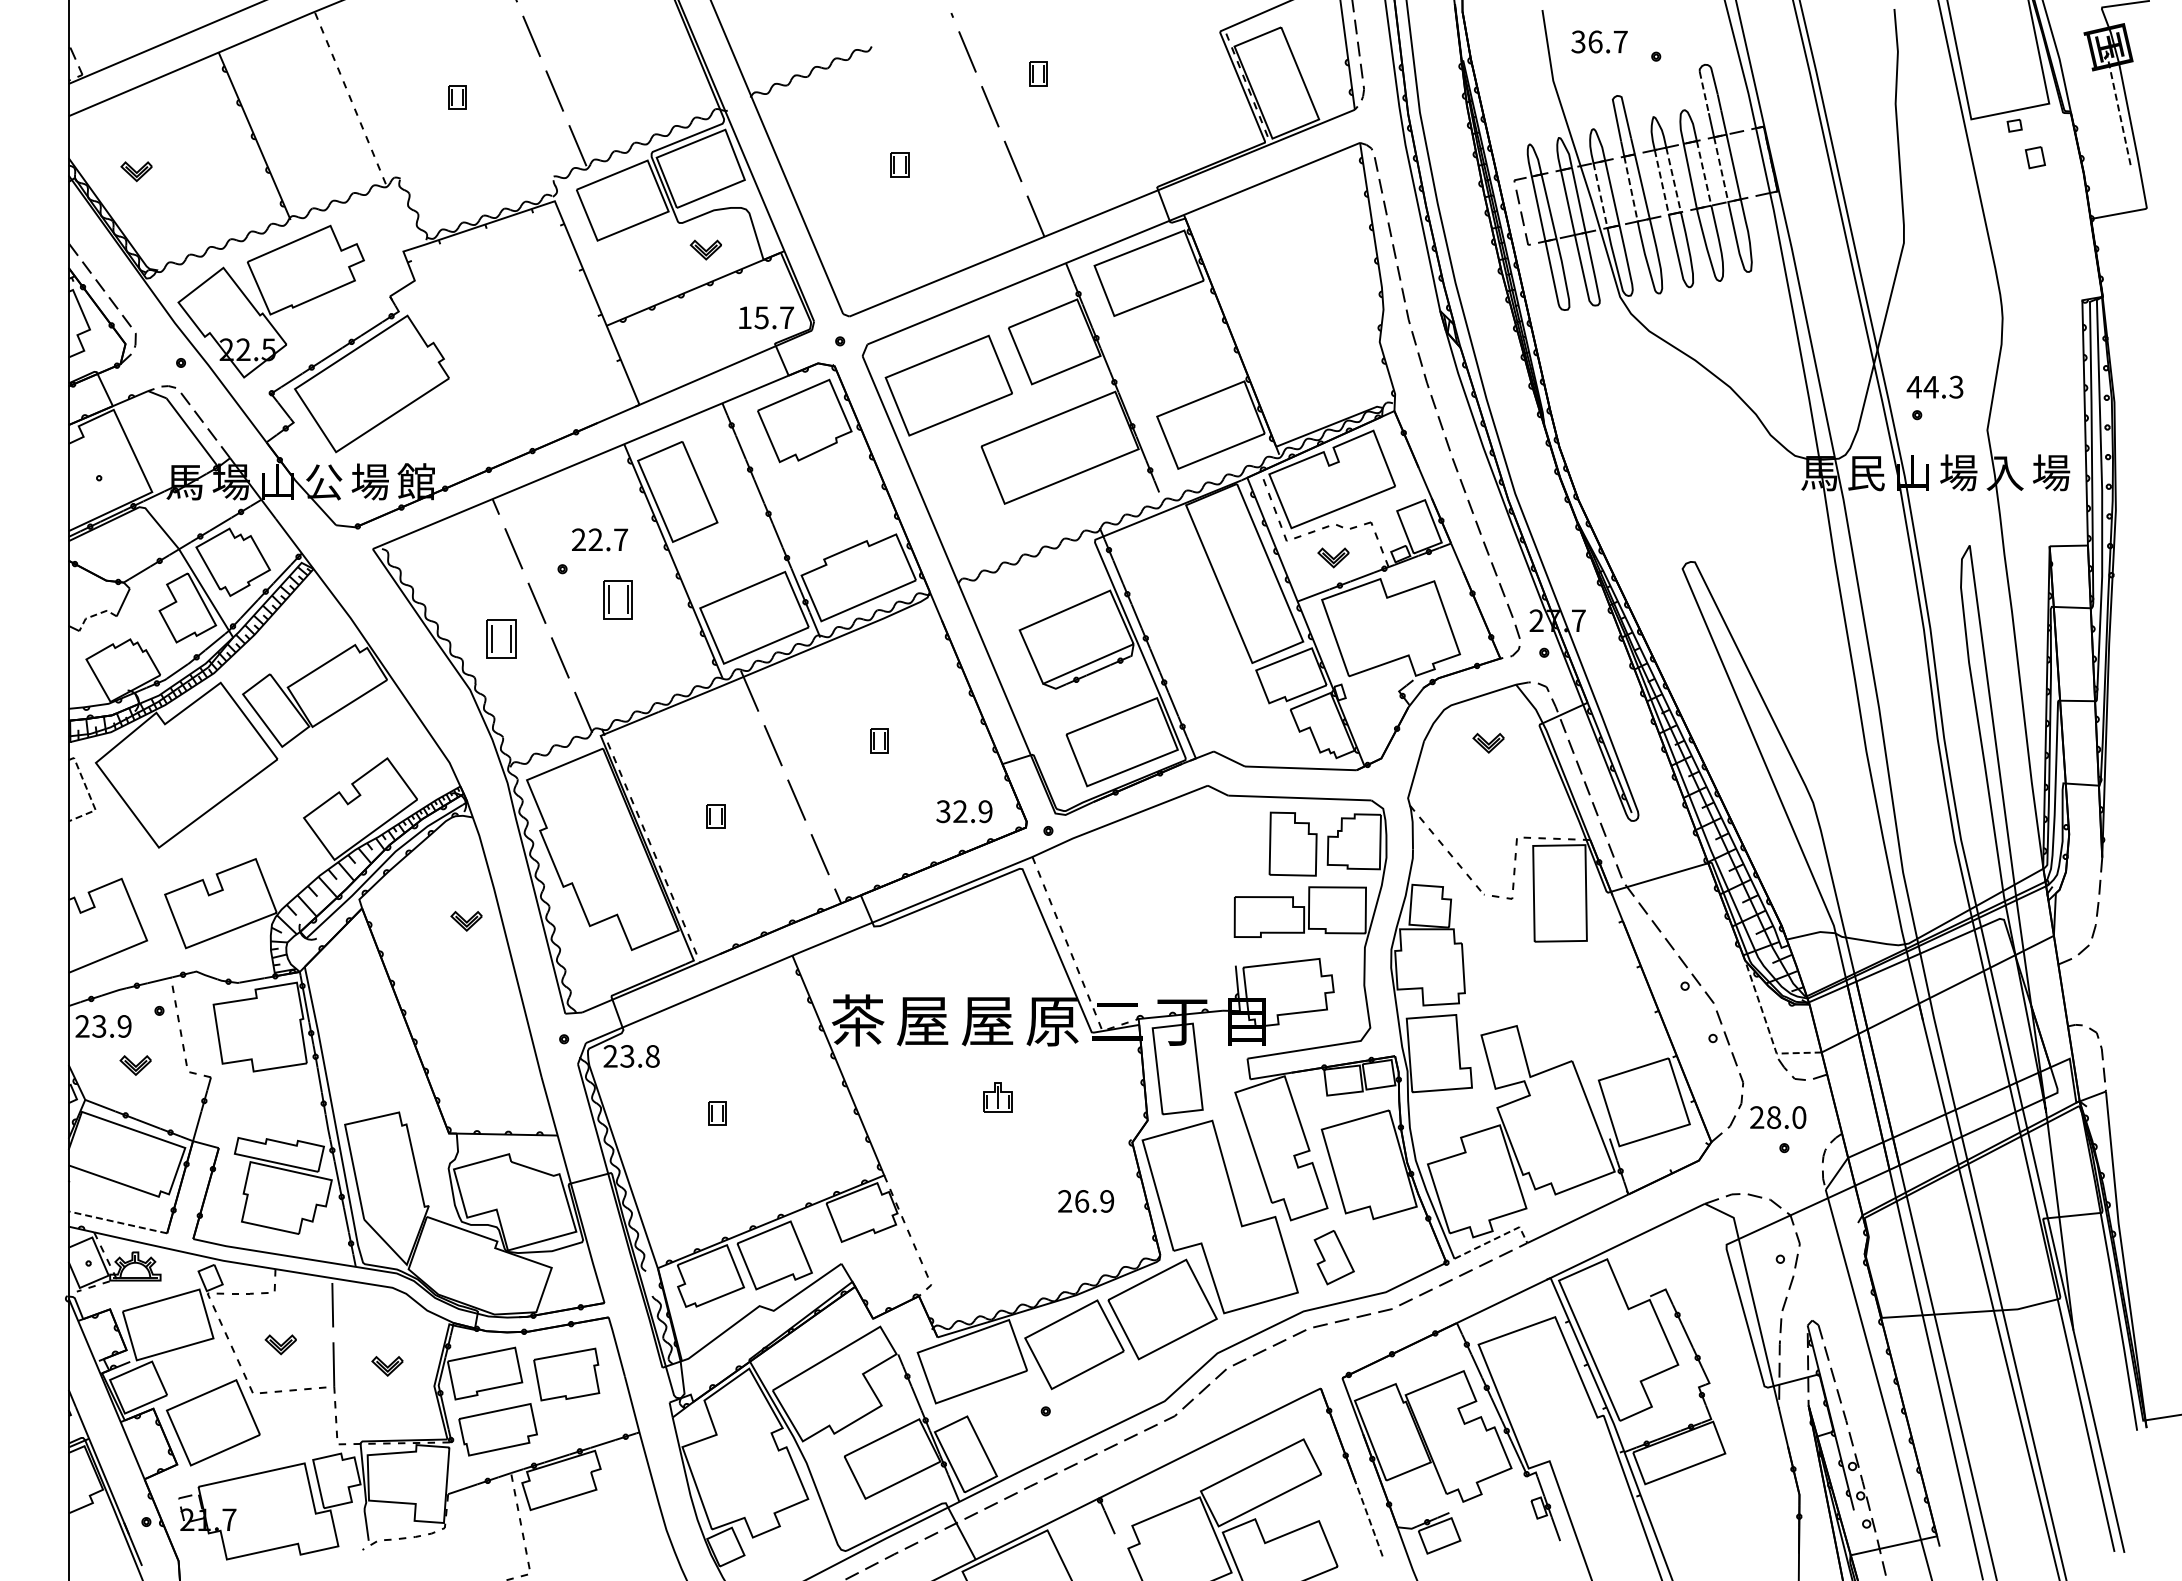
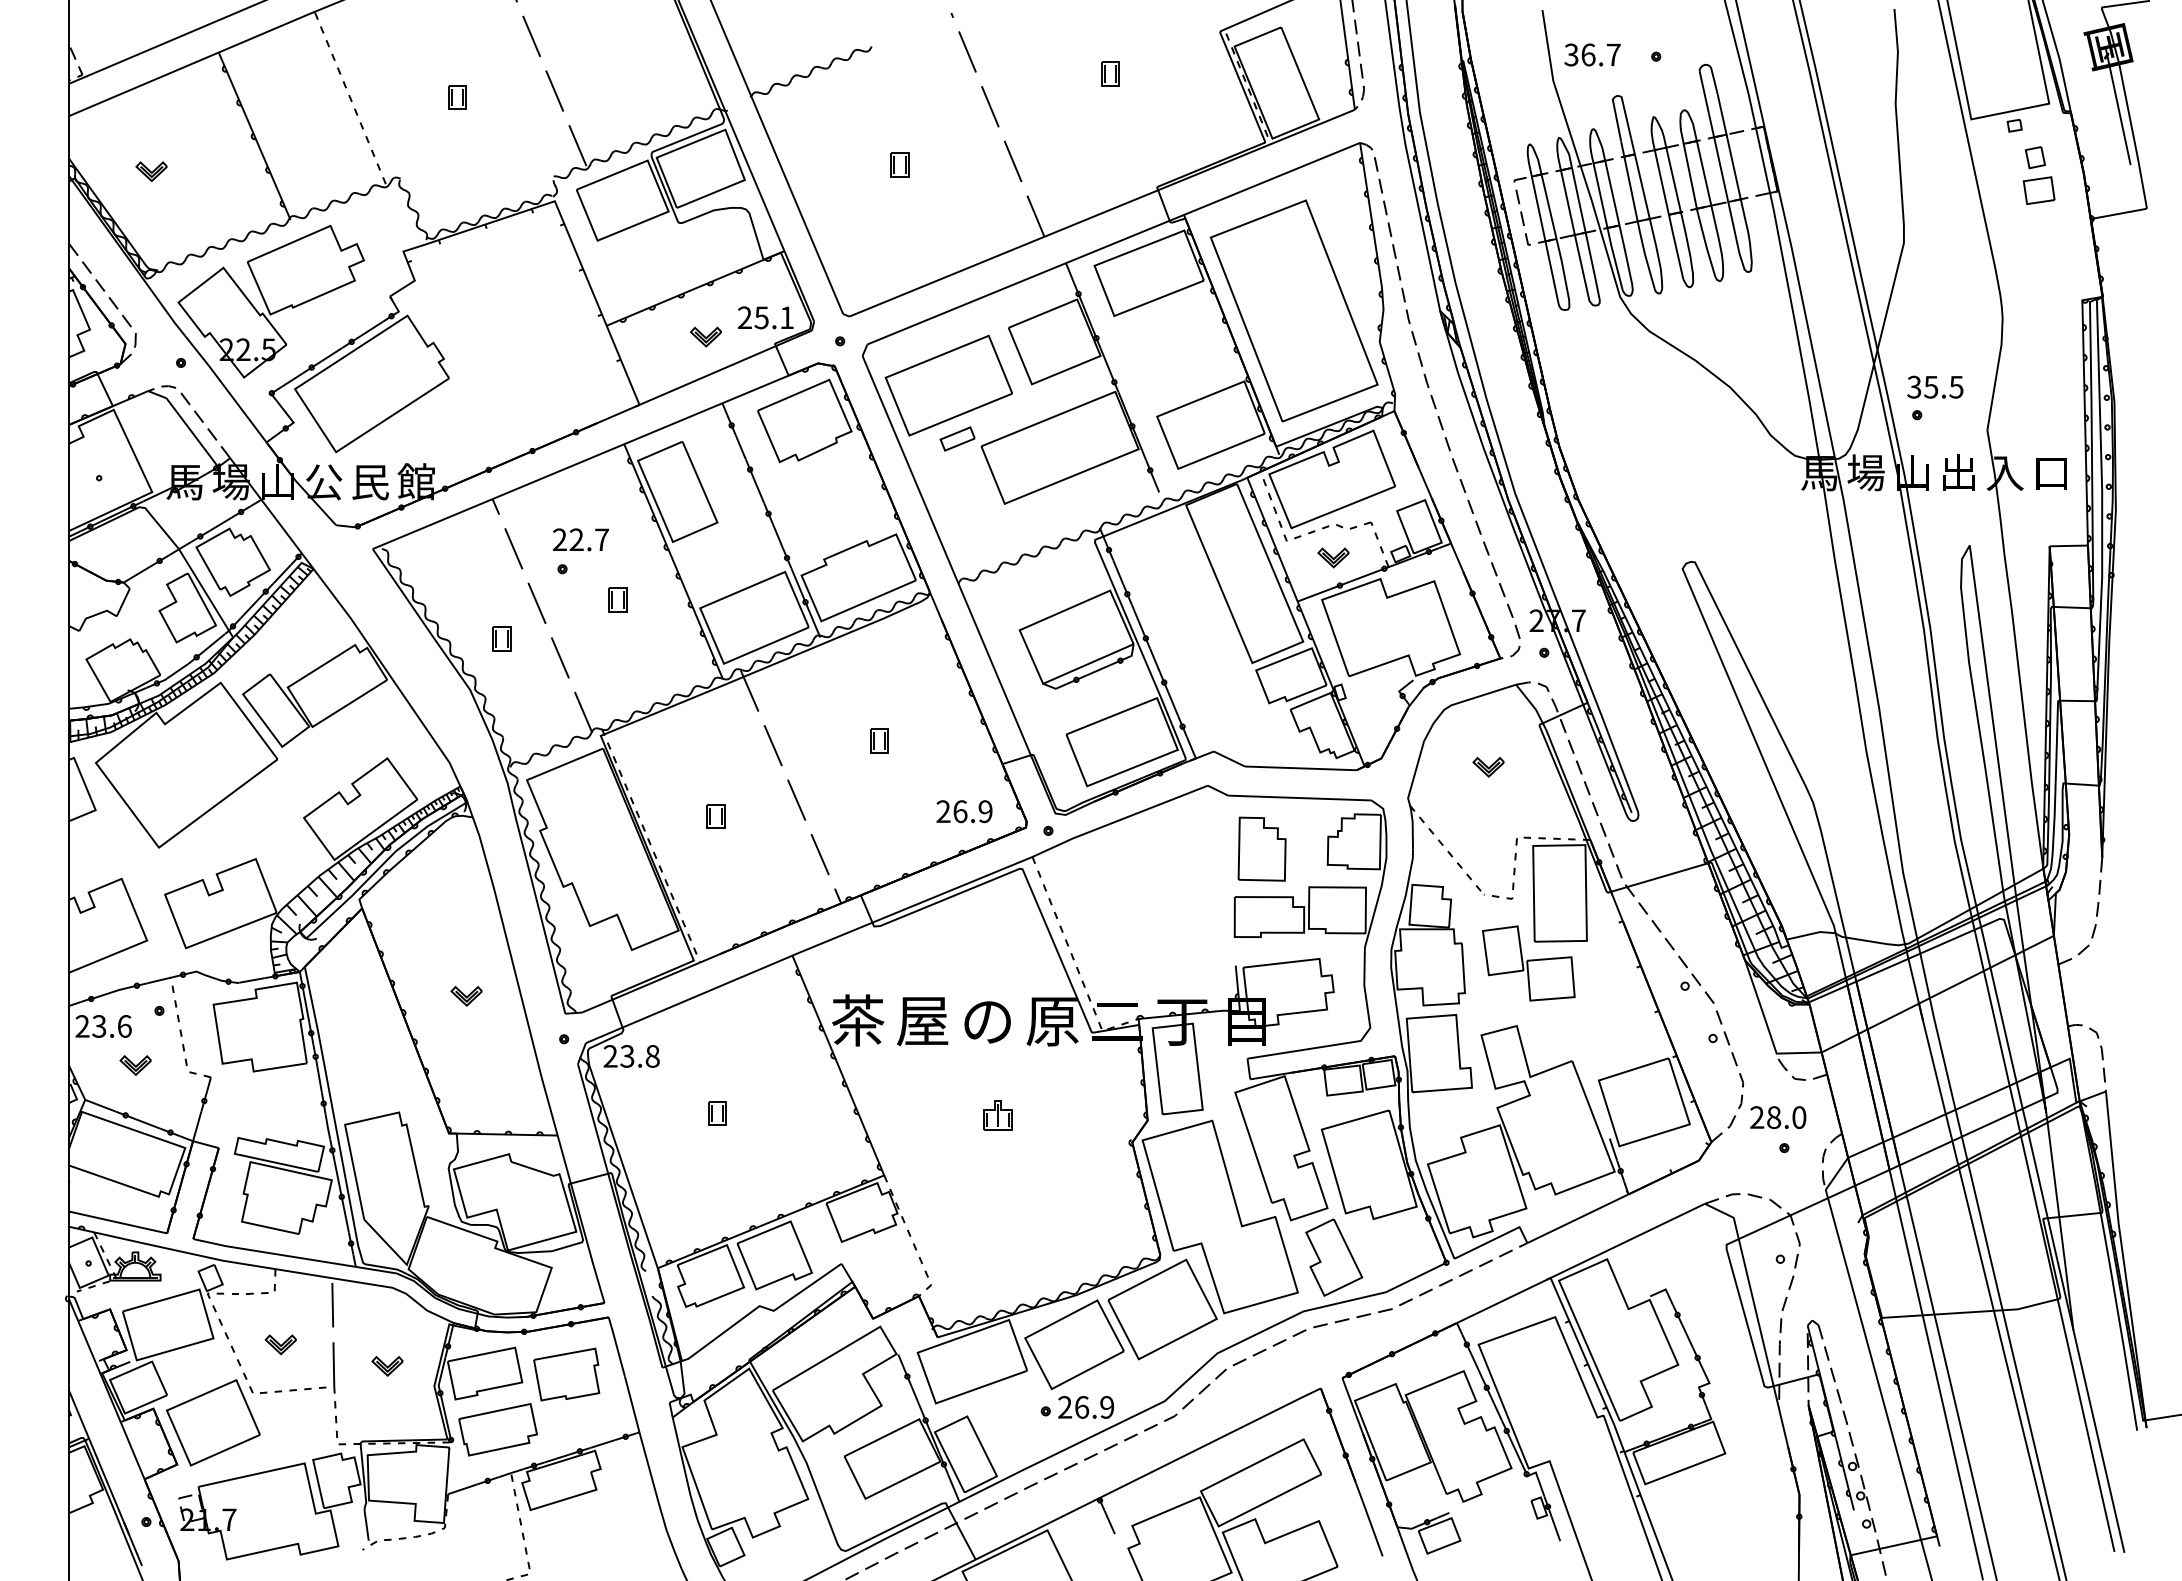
text at (1599, 41) position: (1599, 41) -> (1592, 54)
part at (1038, 73) position: (1038, 73) -> (1110, 73)
line at (1704, 93): dashed -> solid
line at (2117, 105): dashed -> solid
line at (1721, 170): dashed -> solid
part at (136, 171) position: (136, 171) -> (151, 171)
line at (1704, 173): dashed -> solid
line at (1673, 180): dashed -> solid
line at (1661, 182): dashed -> solid
line at (1631, 189): dashed -> solid
part at (2038, 190): none -> present
line at (1600, 196): dashed -> solid
part at (705, 249) position: (705, 249) -> (705, 336)
part at (1293, 310): none -> present
text at (766, 317): 15.7 -> 25.1
text at (1934, 386): 44.3 -> 35.5
part at (957, 438): none -> present
text at (1865, 472): 民 -> 場
text at (1958, 472): 場 -> 出
text at (2051, 472): 場 -> 口
text at (369, 481): 場 -> 民
text at (599, 539) position: (599, 539) -> (580, 539)
part at (617, 599) size: 30x40 px -> 20x26 px
line at (95, 615): dashed -> solid
part at (501, 638) size: 31x40 px -> 20x26 px
part at (1488, 743) position: (1488, 743) -> (1488, 767)
line at (89, 795): dashed -> solid
text at (951, 811): 32.9 -> 26.9
part at (1292, 843) position: (1292, 843) -> (1261, 848)
part at (466, 921) position: (466, 921) -> (466, 996)
part at (1528, 963): none -> present
text at (987, 1021): 屋 -> の
text at (124, 1026): 23.9 -> 23.6
line at (1767, 1027): dashed -> solid
part at (997, 1097) position: (997, 1097) -> (997, 1115)
text at (1086, 1201) position: (1086, 1201) -> (1086, 1407)
line at (118, 1222): dashed -> solid
line at (1495, 1238): dashed -> solid
part at (1333, 1257) size: 42x56 px -> 59x79 px
line at (1369, 1518): dashed -> solid
